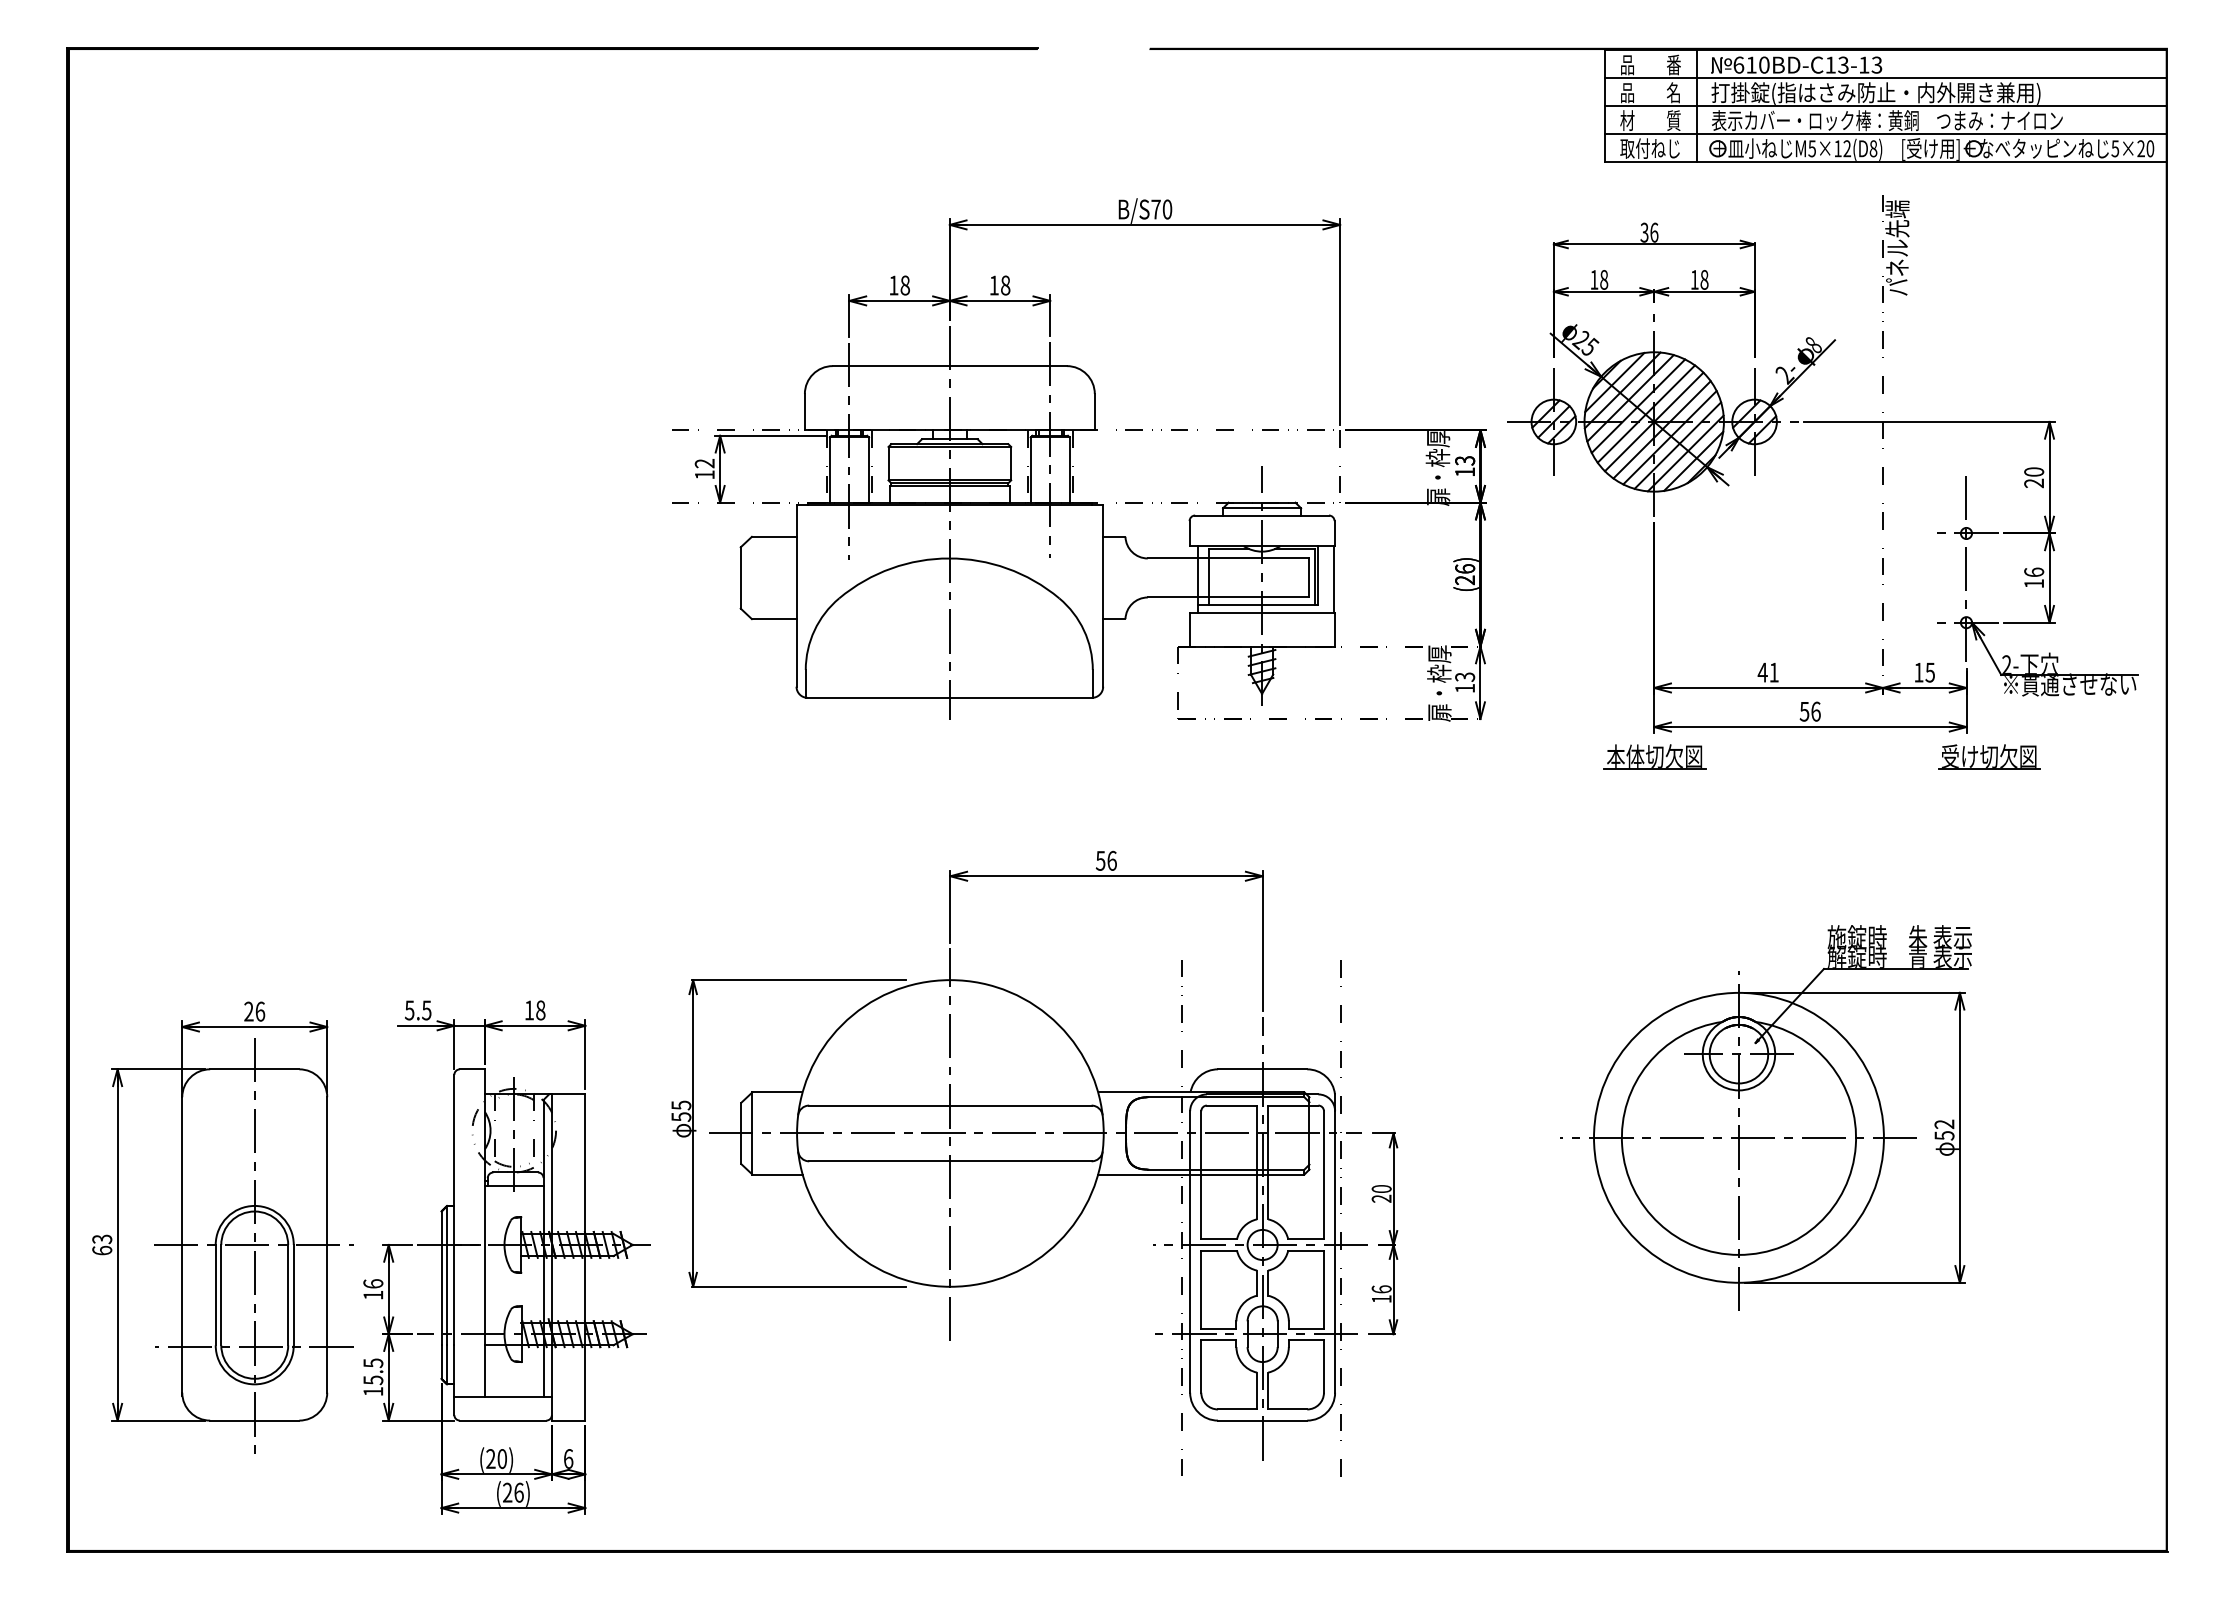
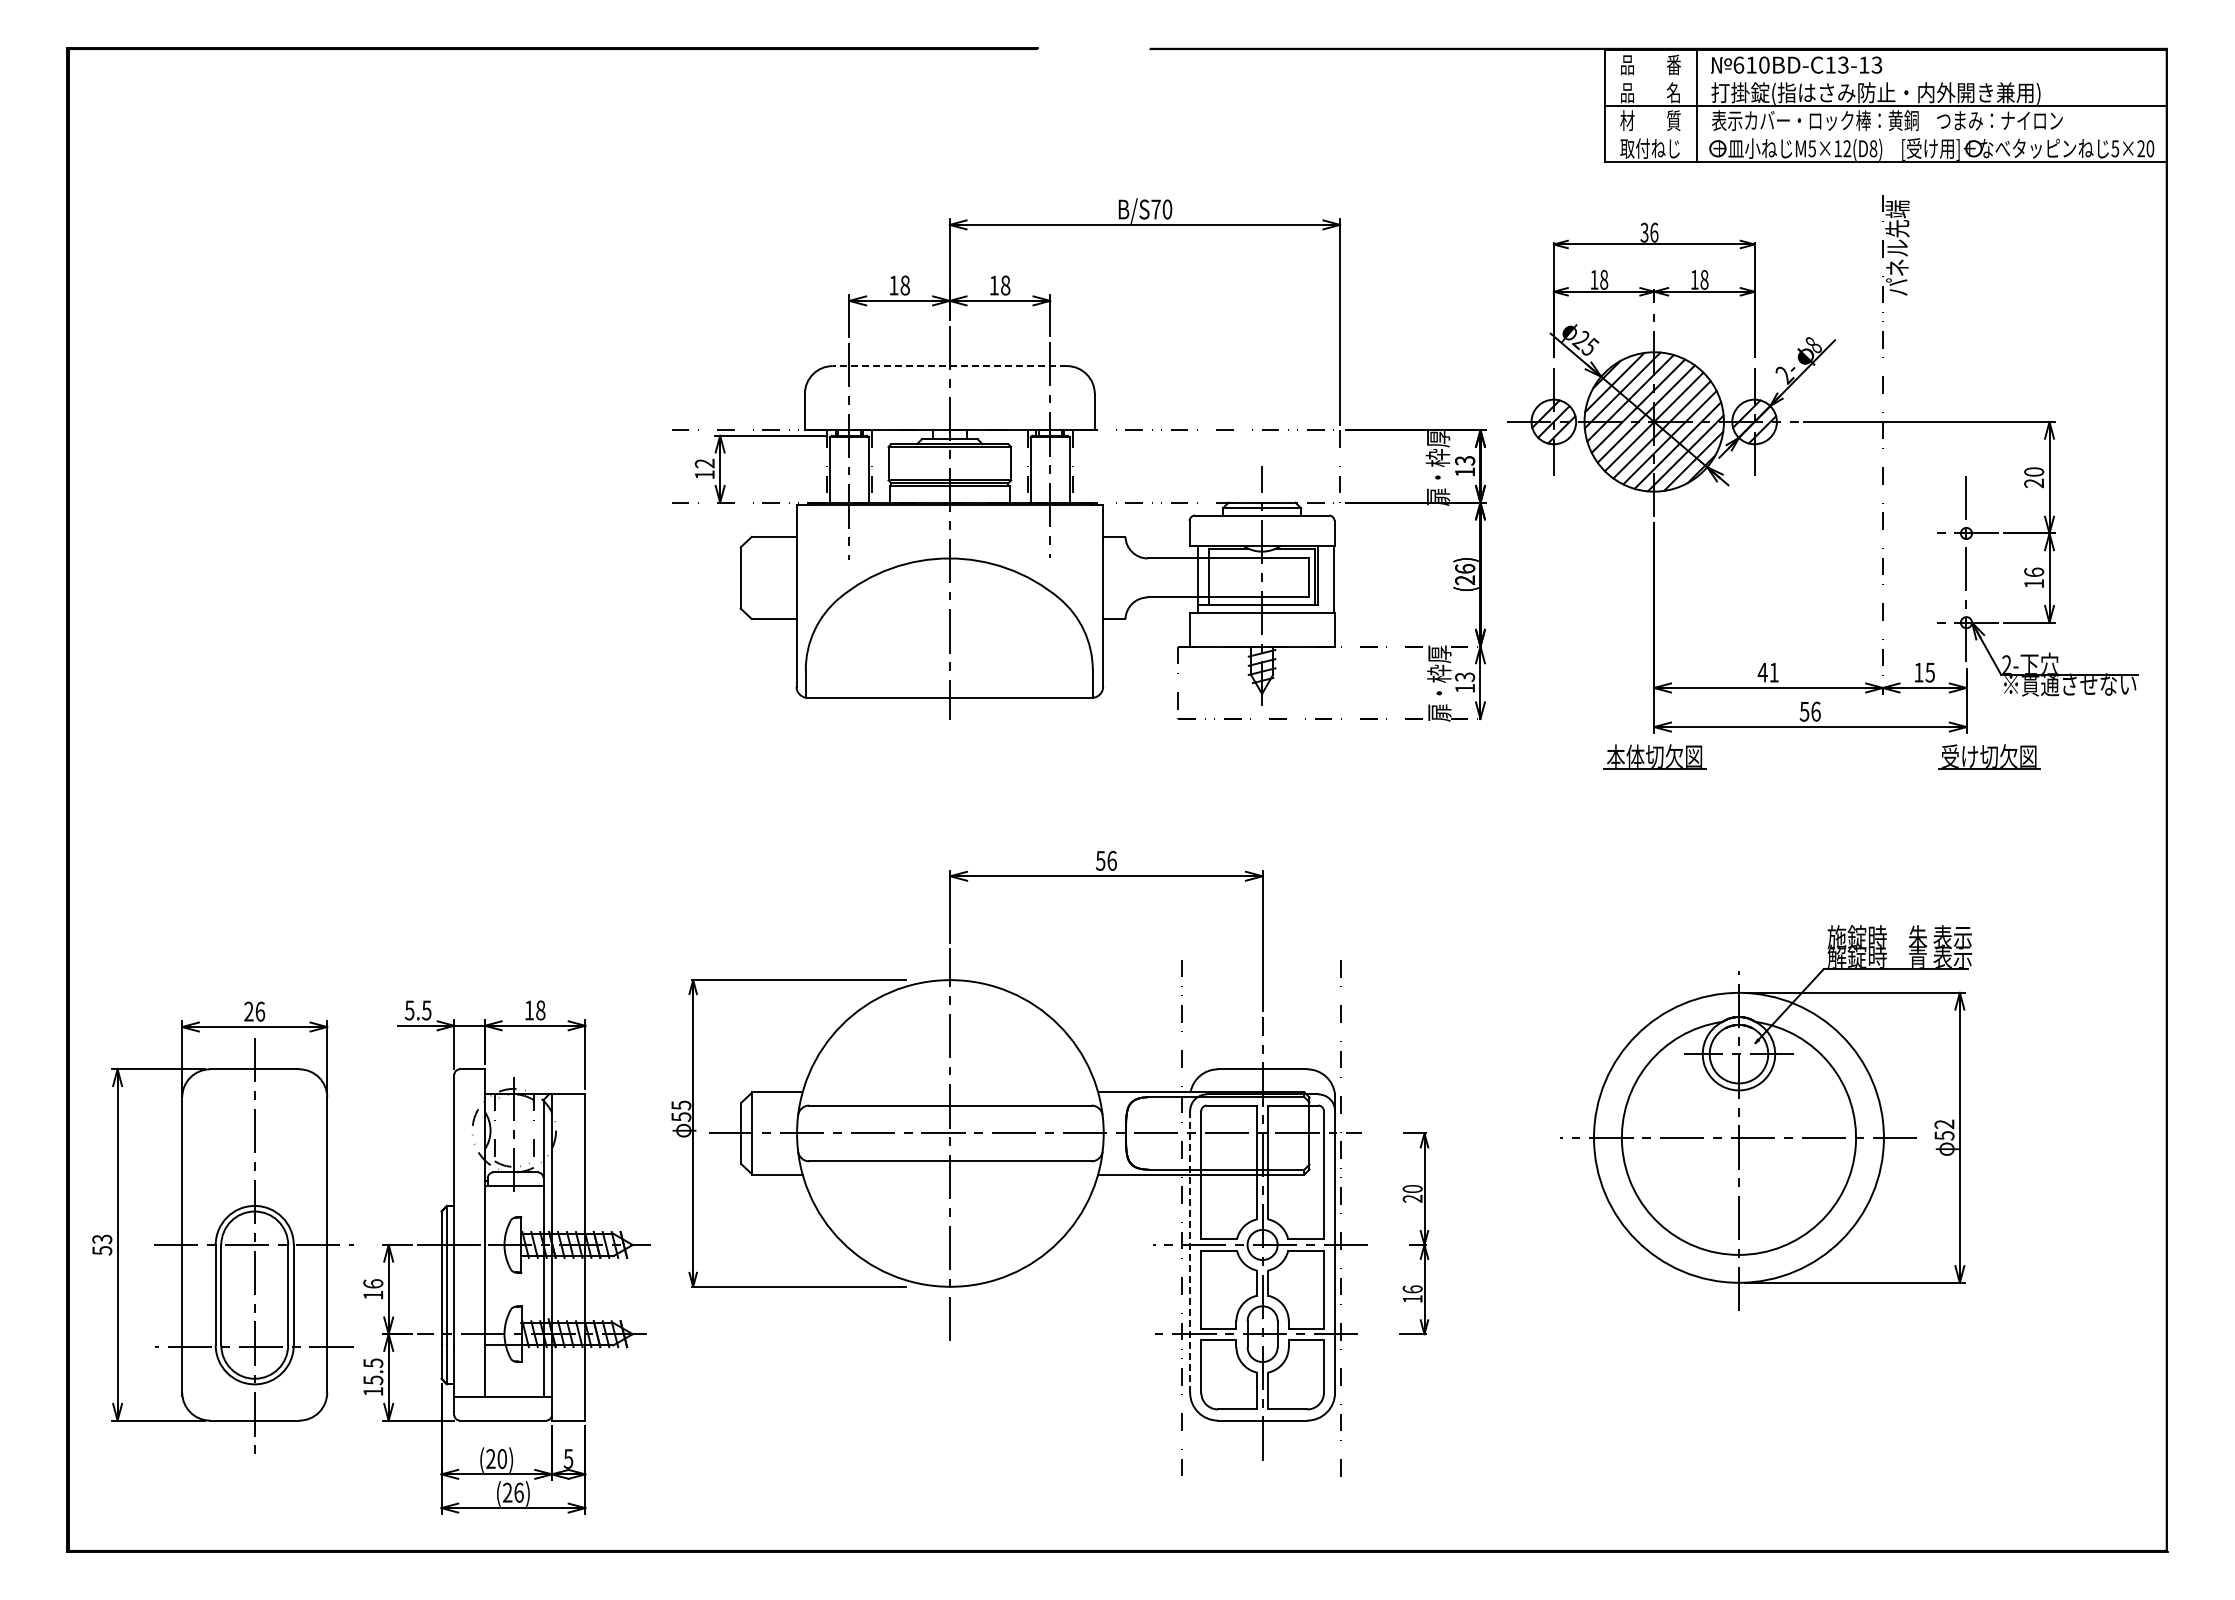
line at (1885, 77): present -> none
line at (1885, 133): present -> none
line at (949, 366): solid -> dashed
part at (1383, 1233) position: (1383, 1233) -> (1414, 1233)
text at (102, 1250): 63 -> 53
line at (1190, 1251): solid -> dashed
text at (568, 1458): 6 -> 5
